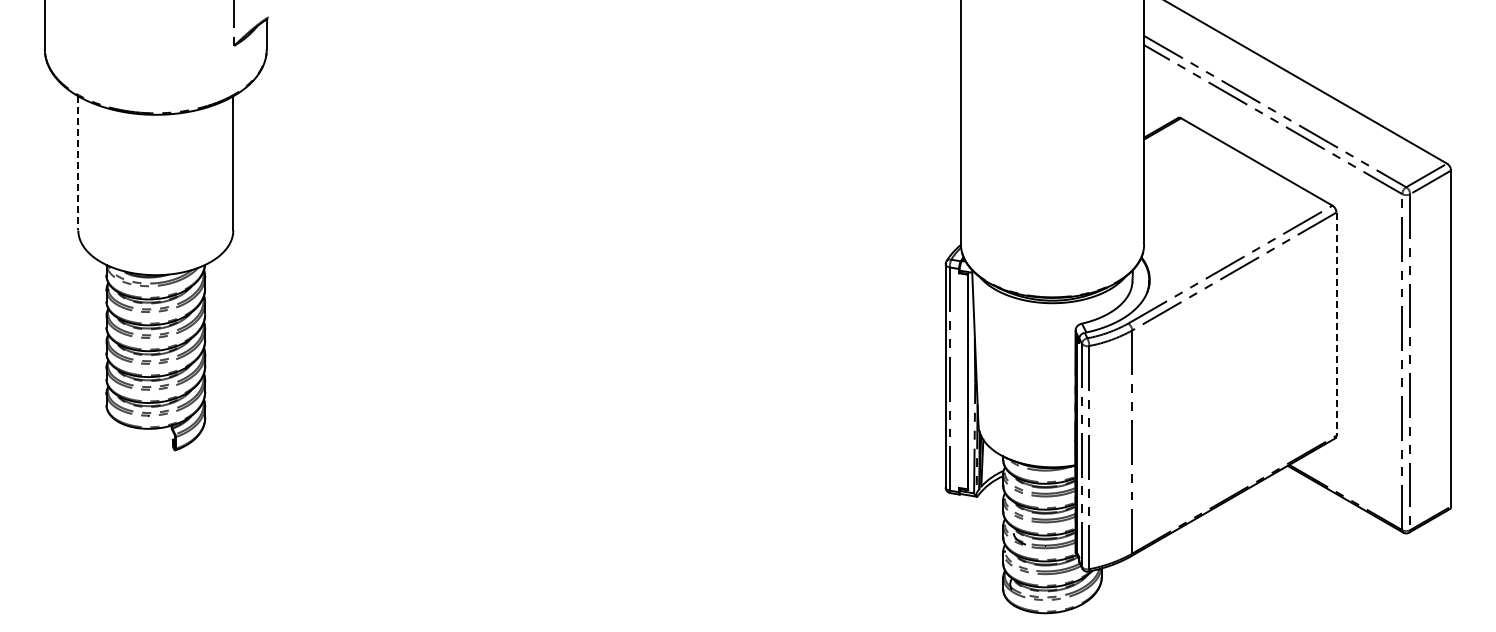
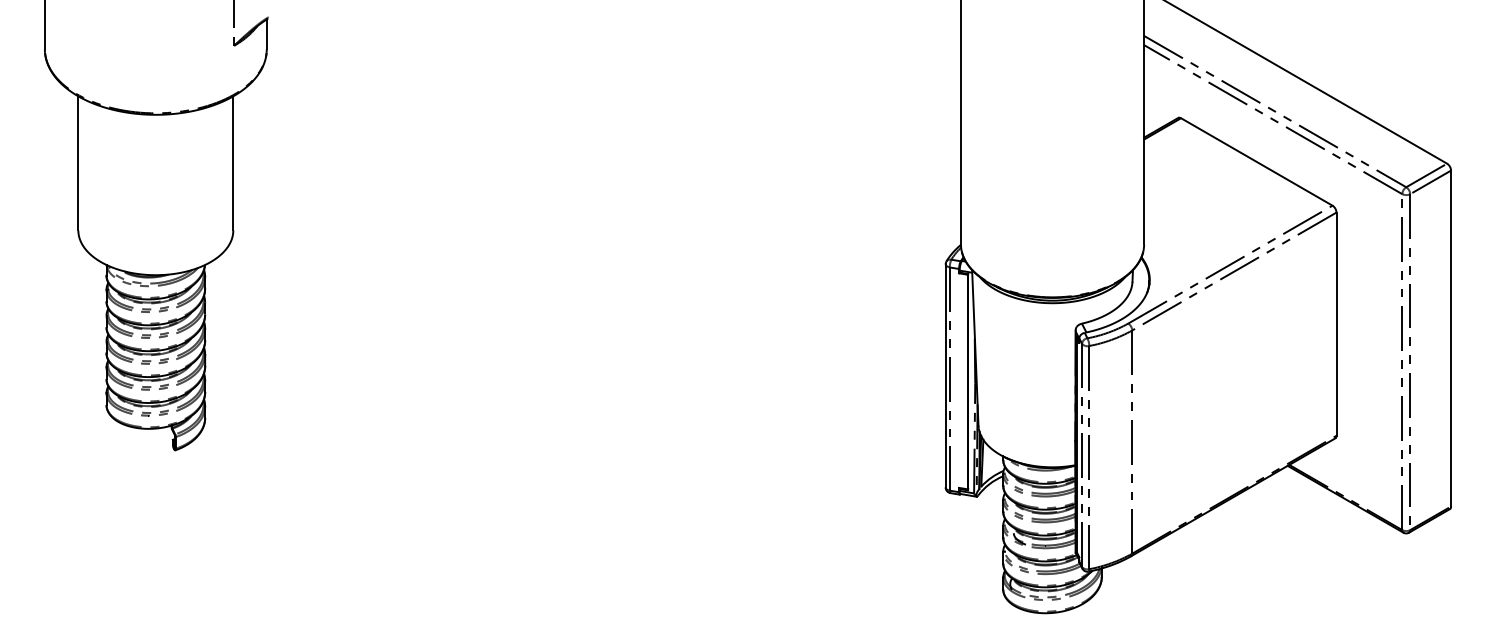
line at (78, 163): dashed -> solid
line at (1336, 324): dashed -> solid
